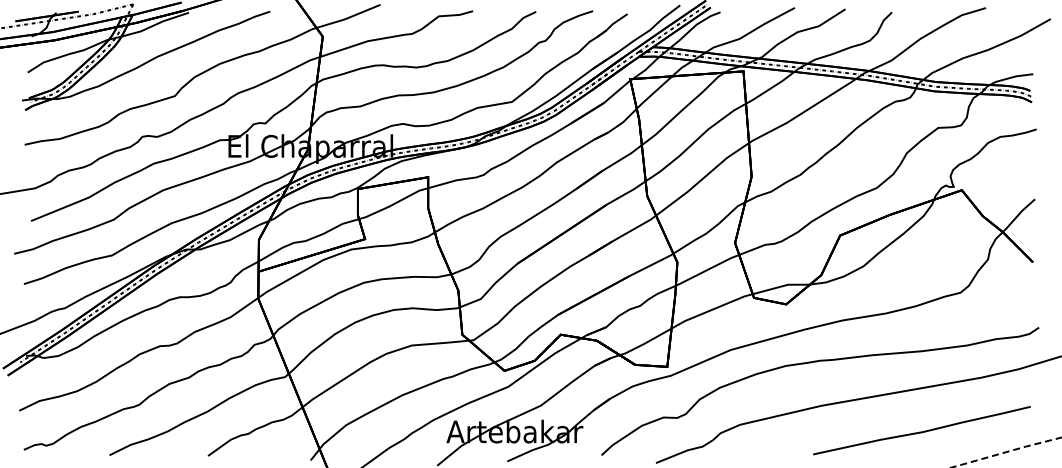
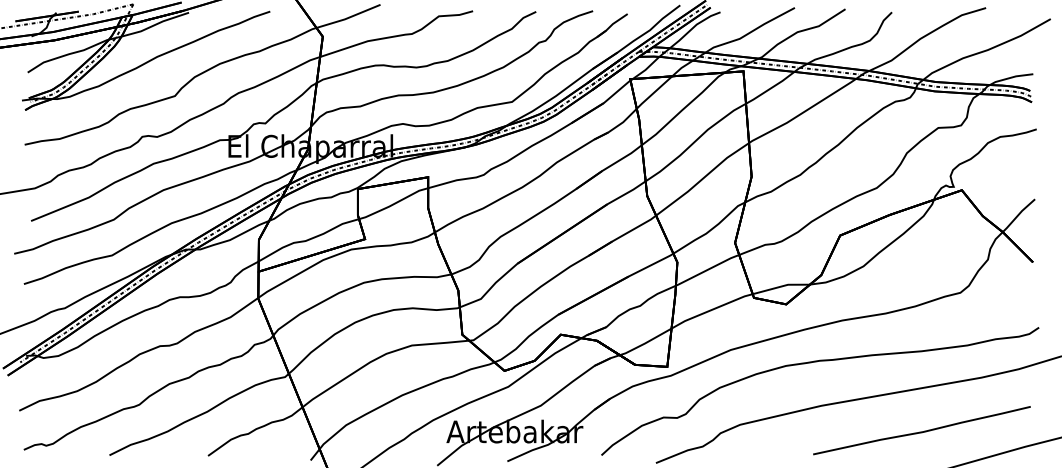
line at (1007, 451): dashed -> solid
